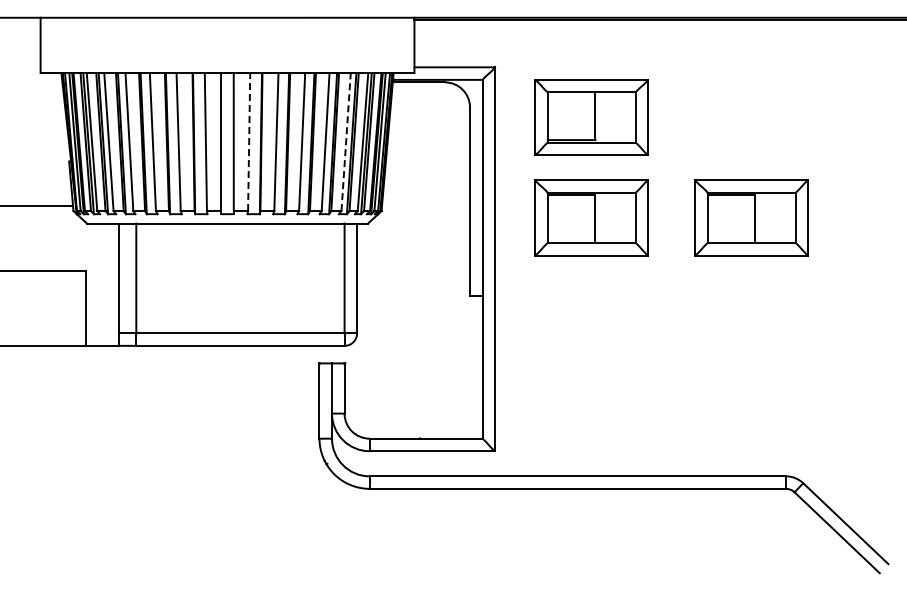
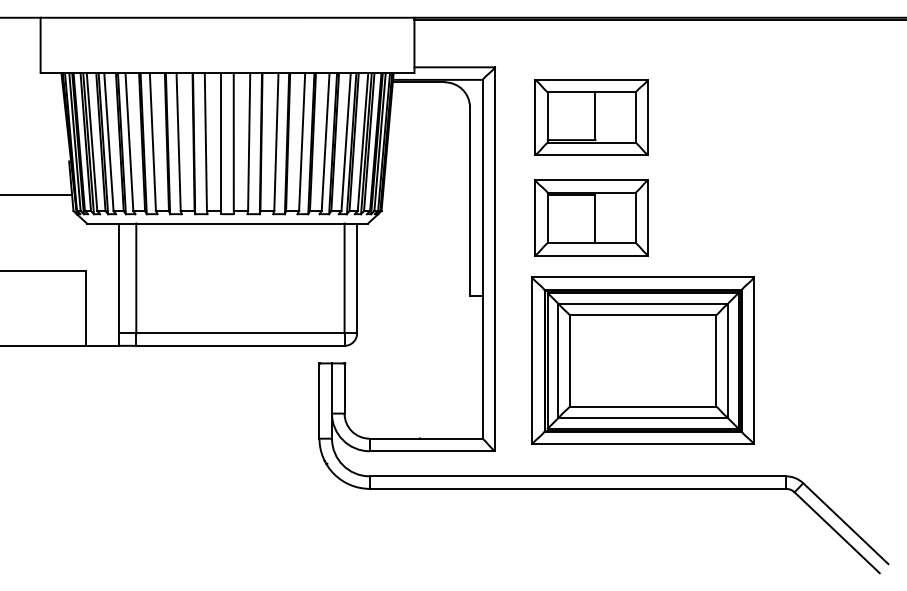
line at (249, 141): dashed -> solid
line at (346, 141): dashed -> solid
line at (37, 206) position: (37, 206) -> (37, 195)
part at (751, 217): present -> none
part at (642, 360): none -> present
